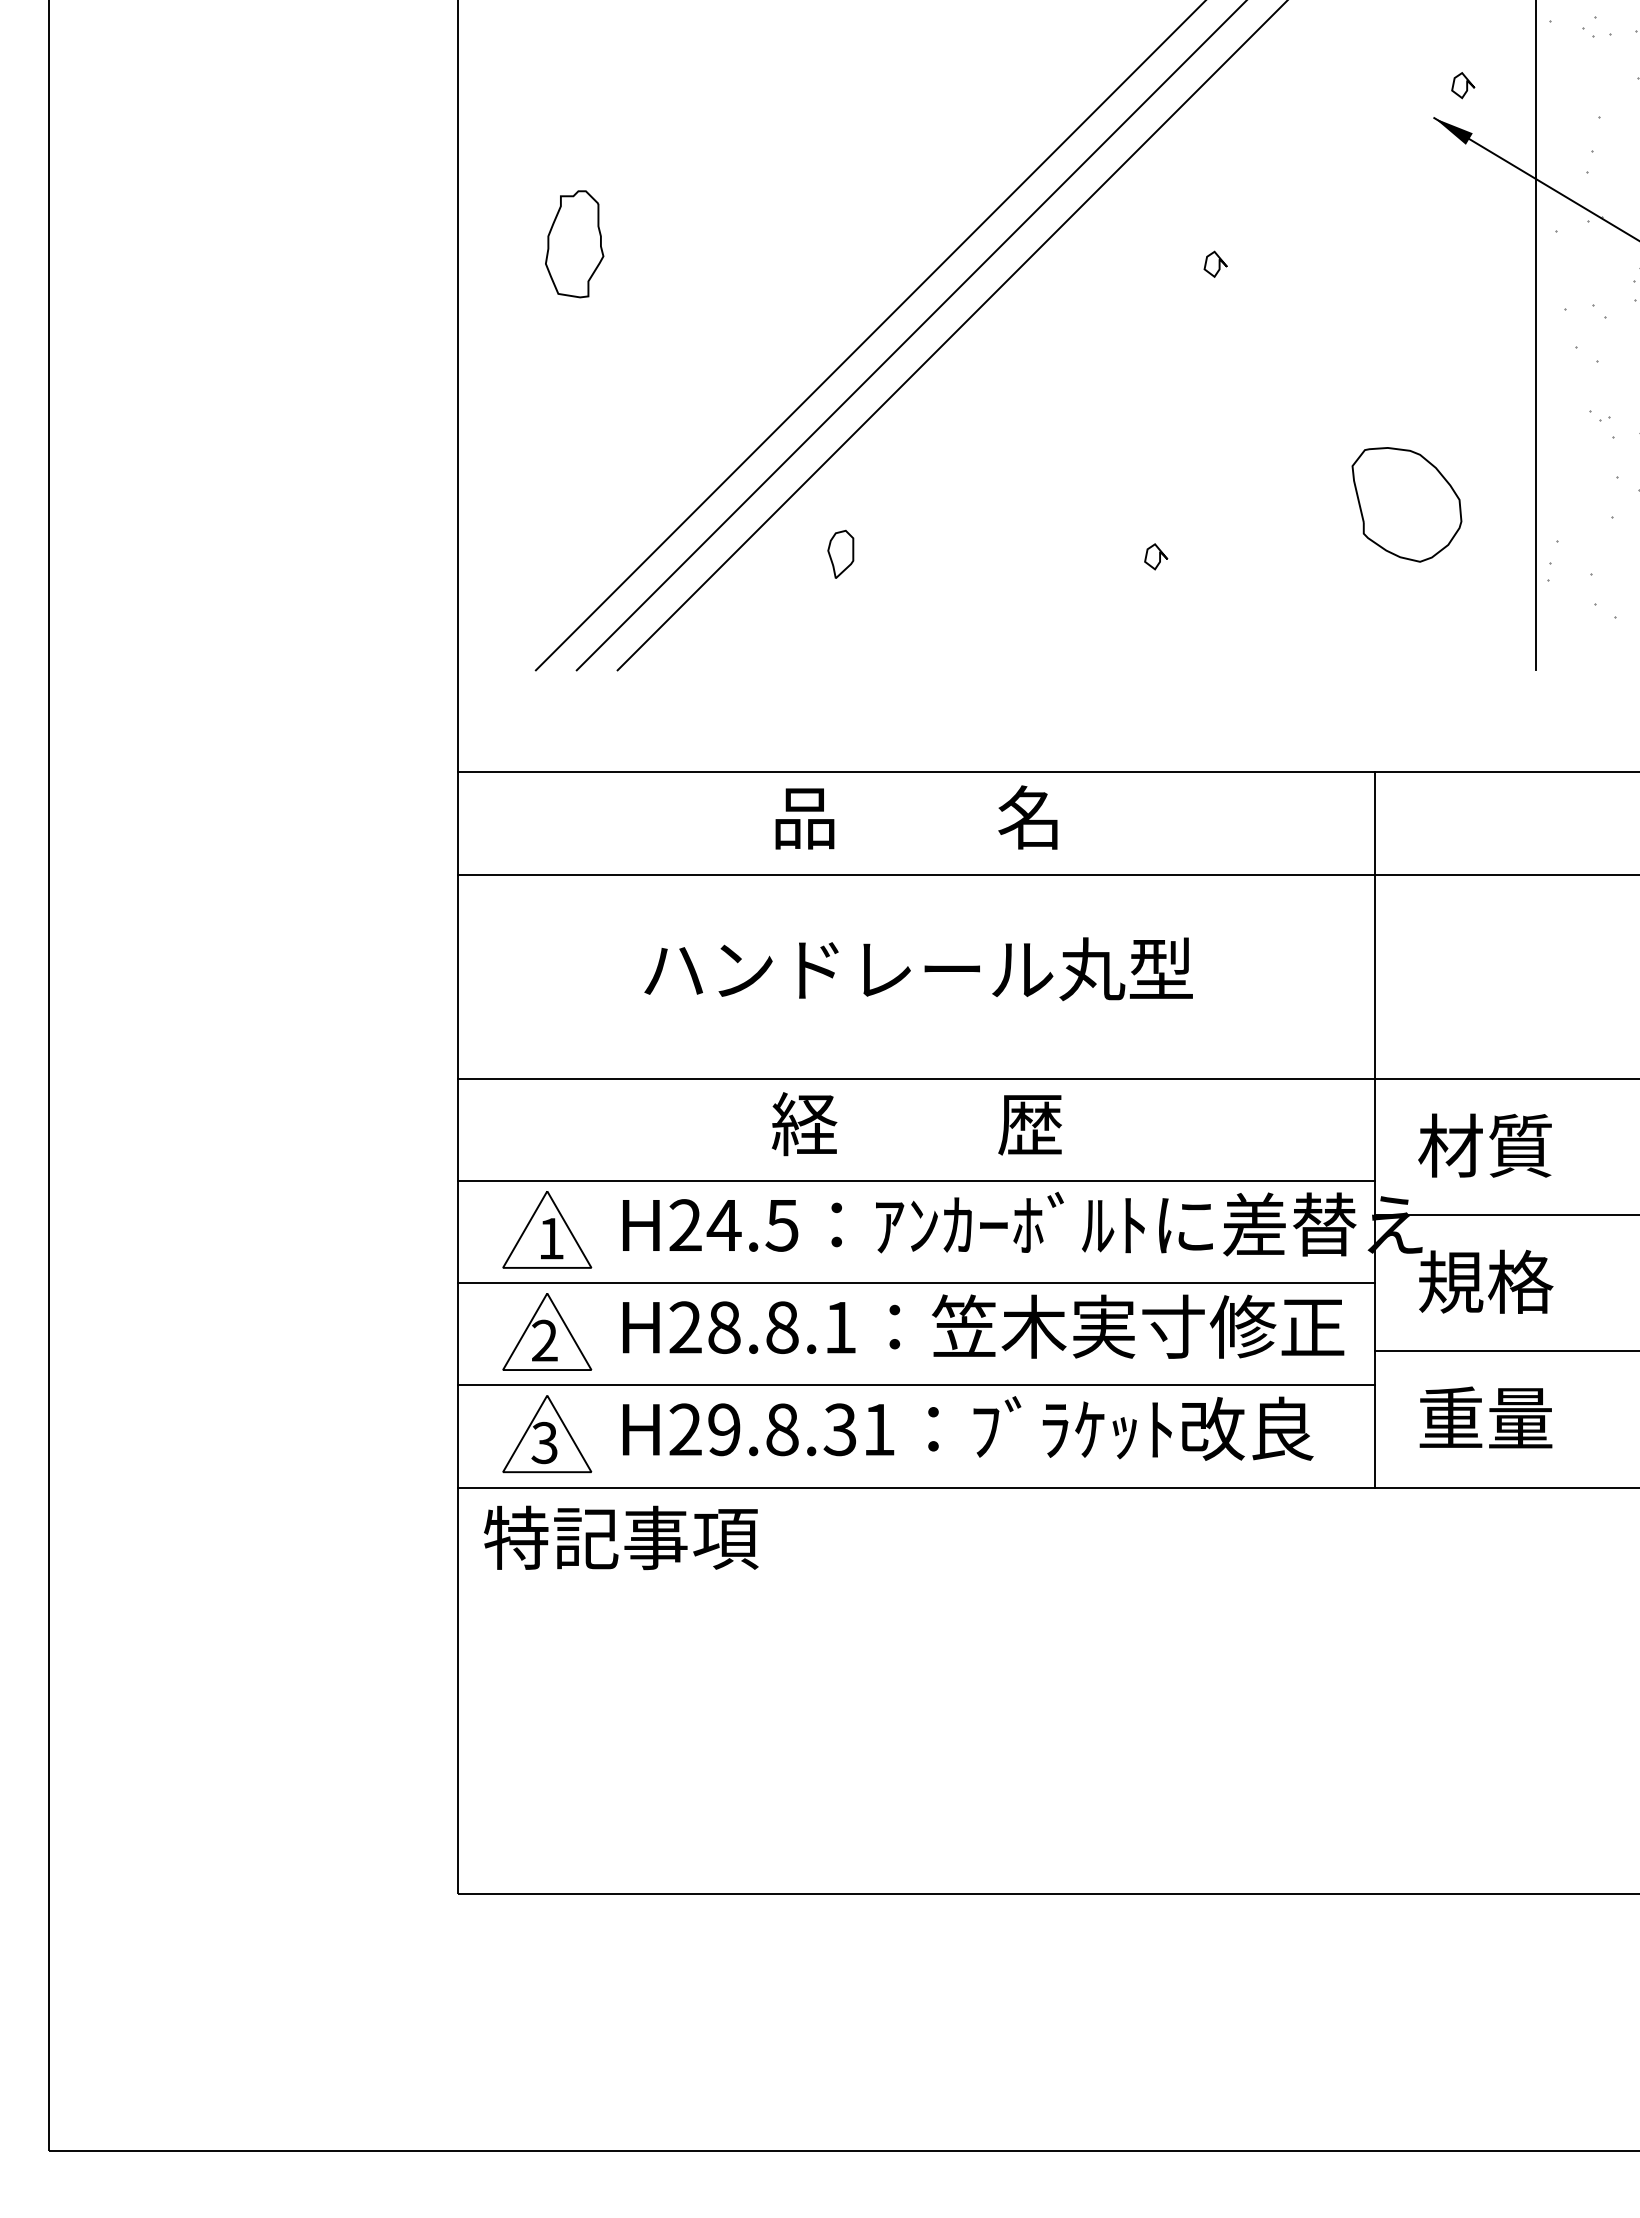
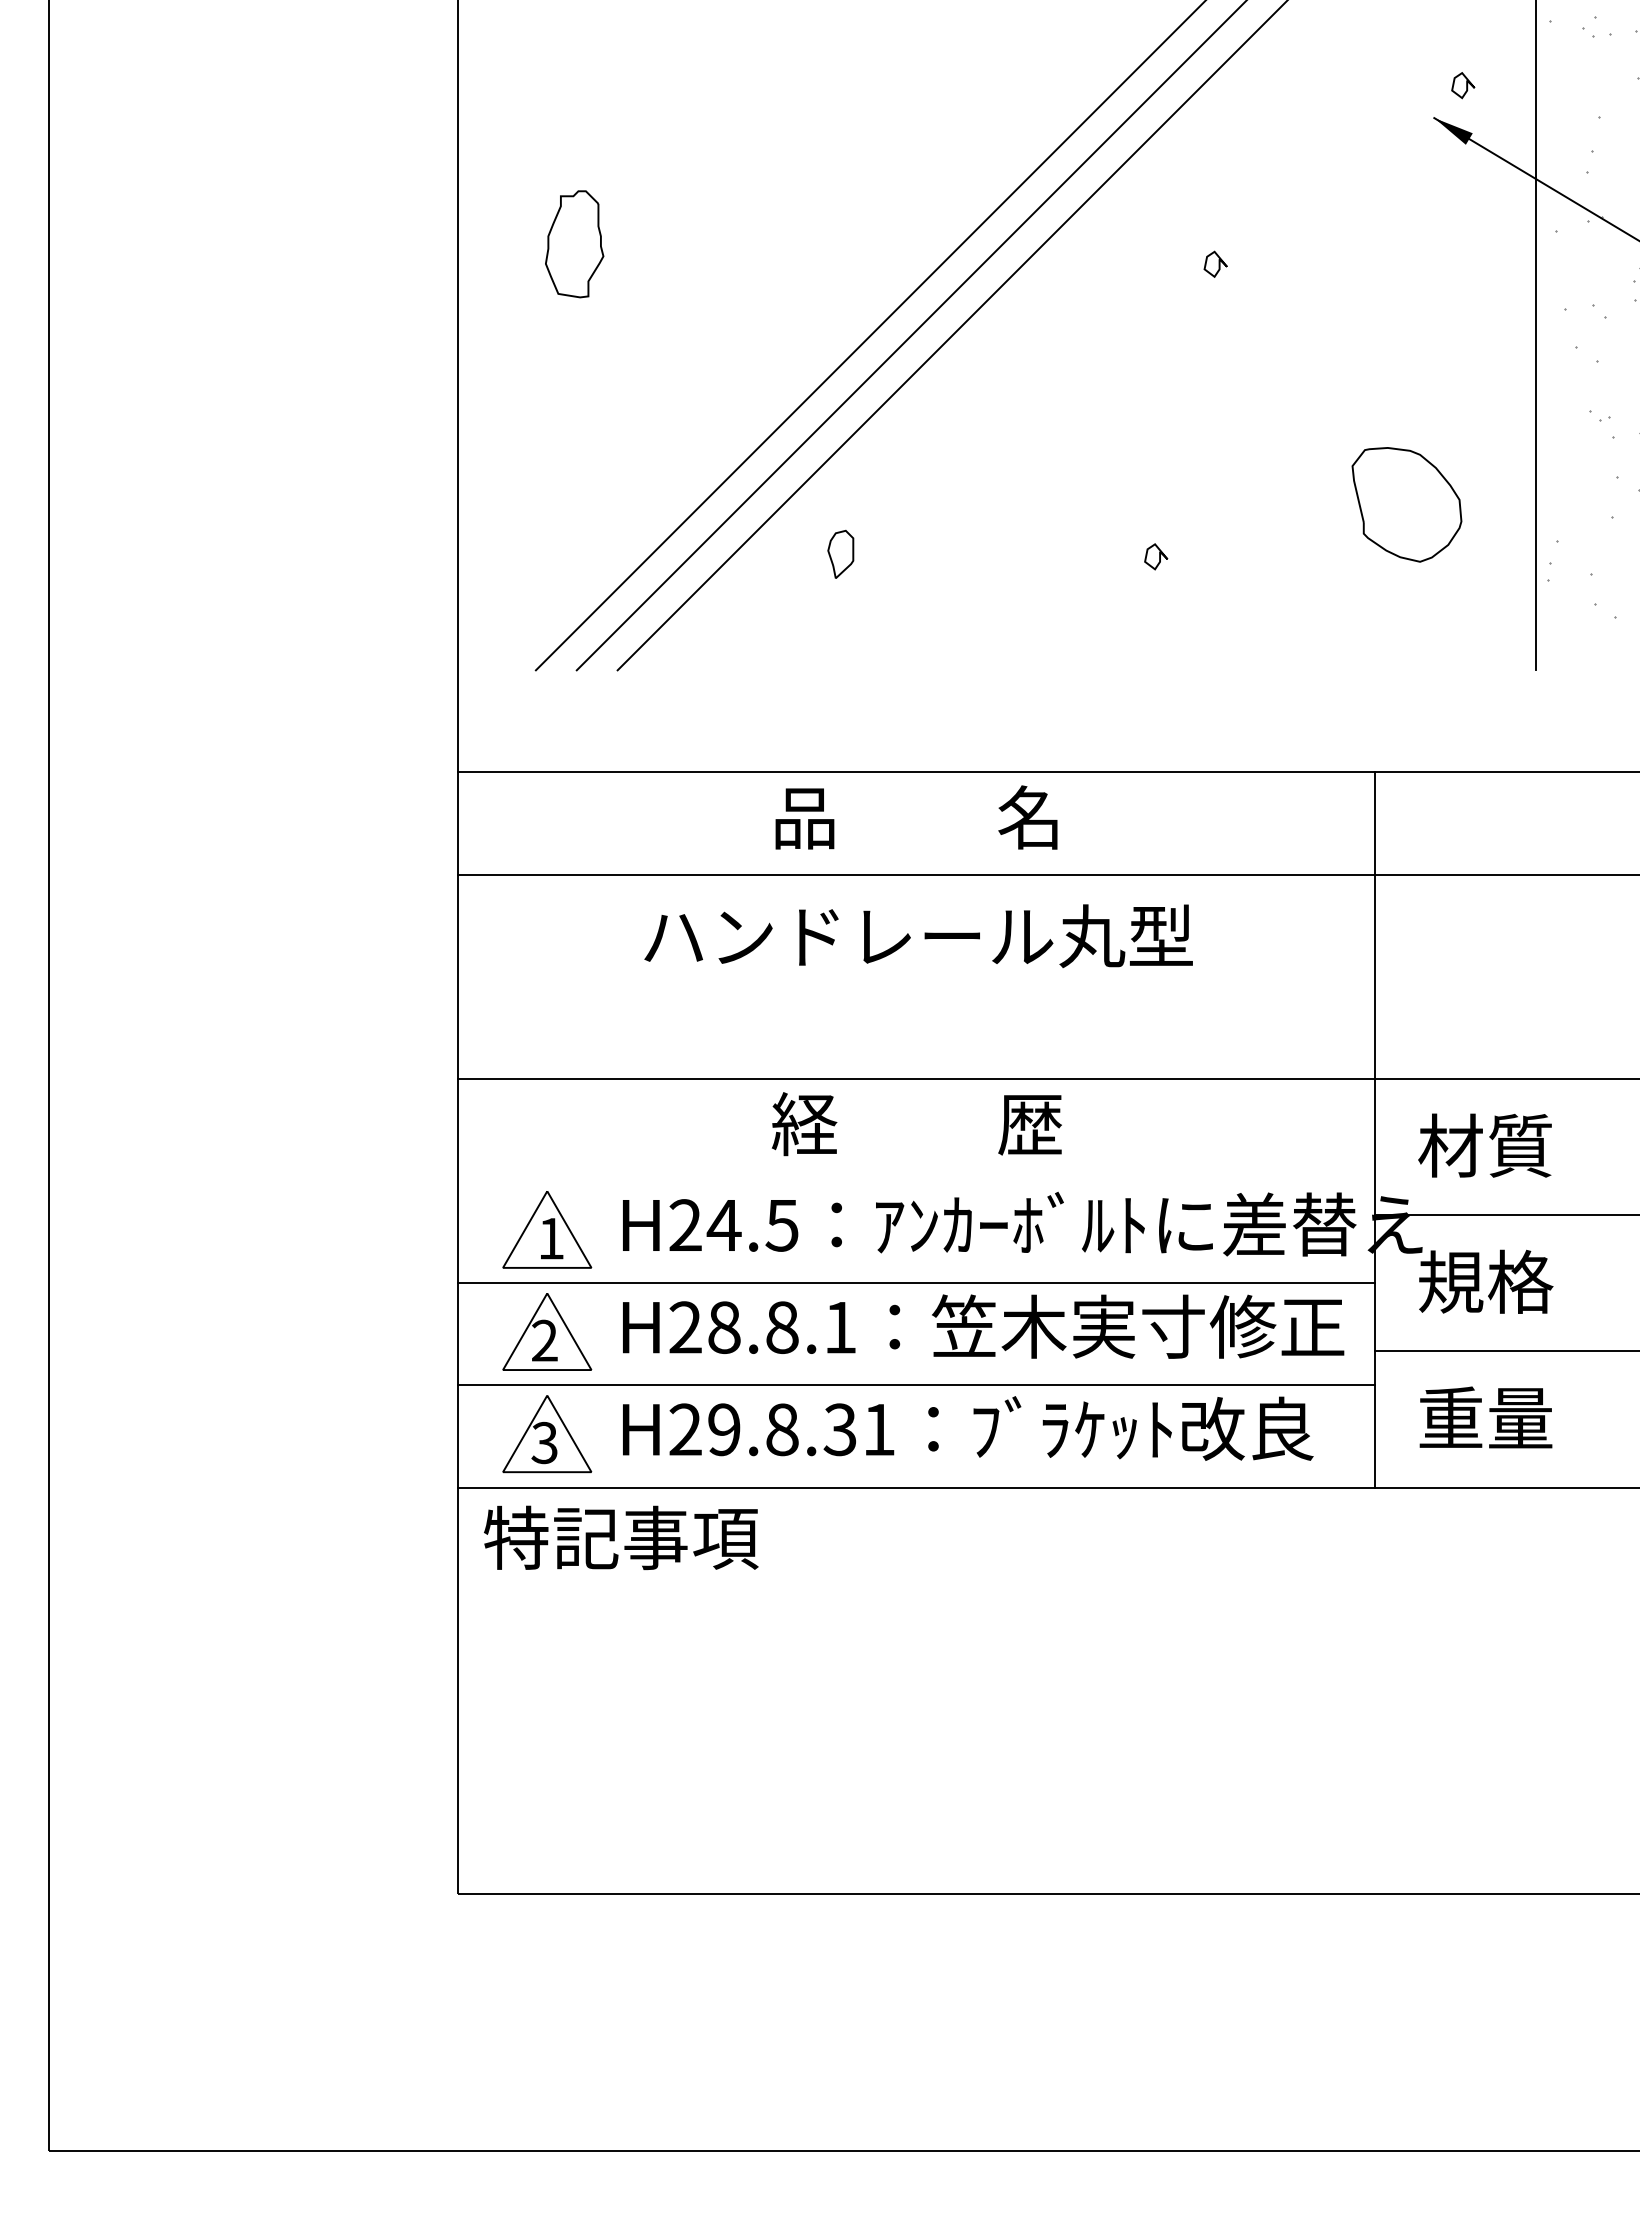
text at (918, 969) position: (918, 969) -> (918, 936)
line at (915, 1181): present -> none
